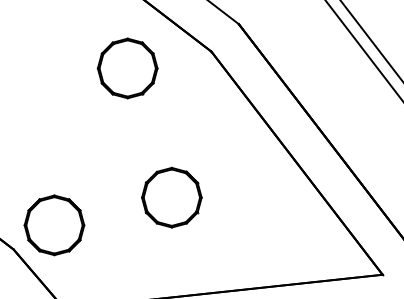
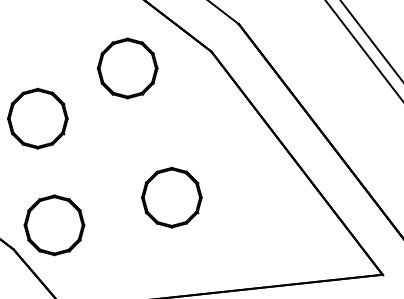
part at (37, 118): none -> present
